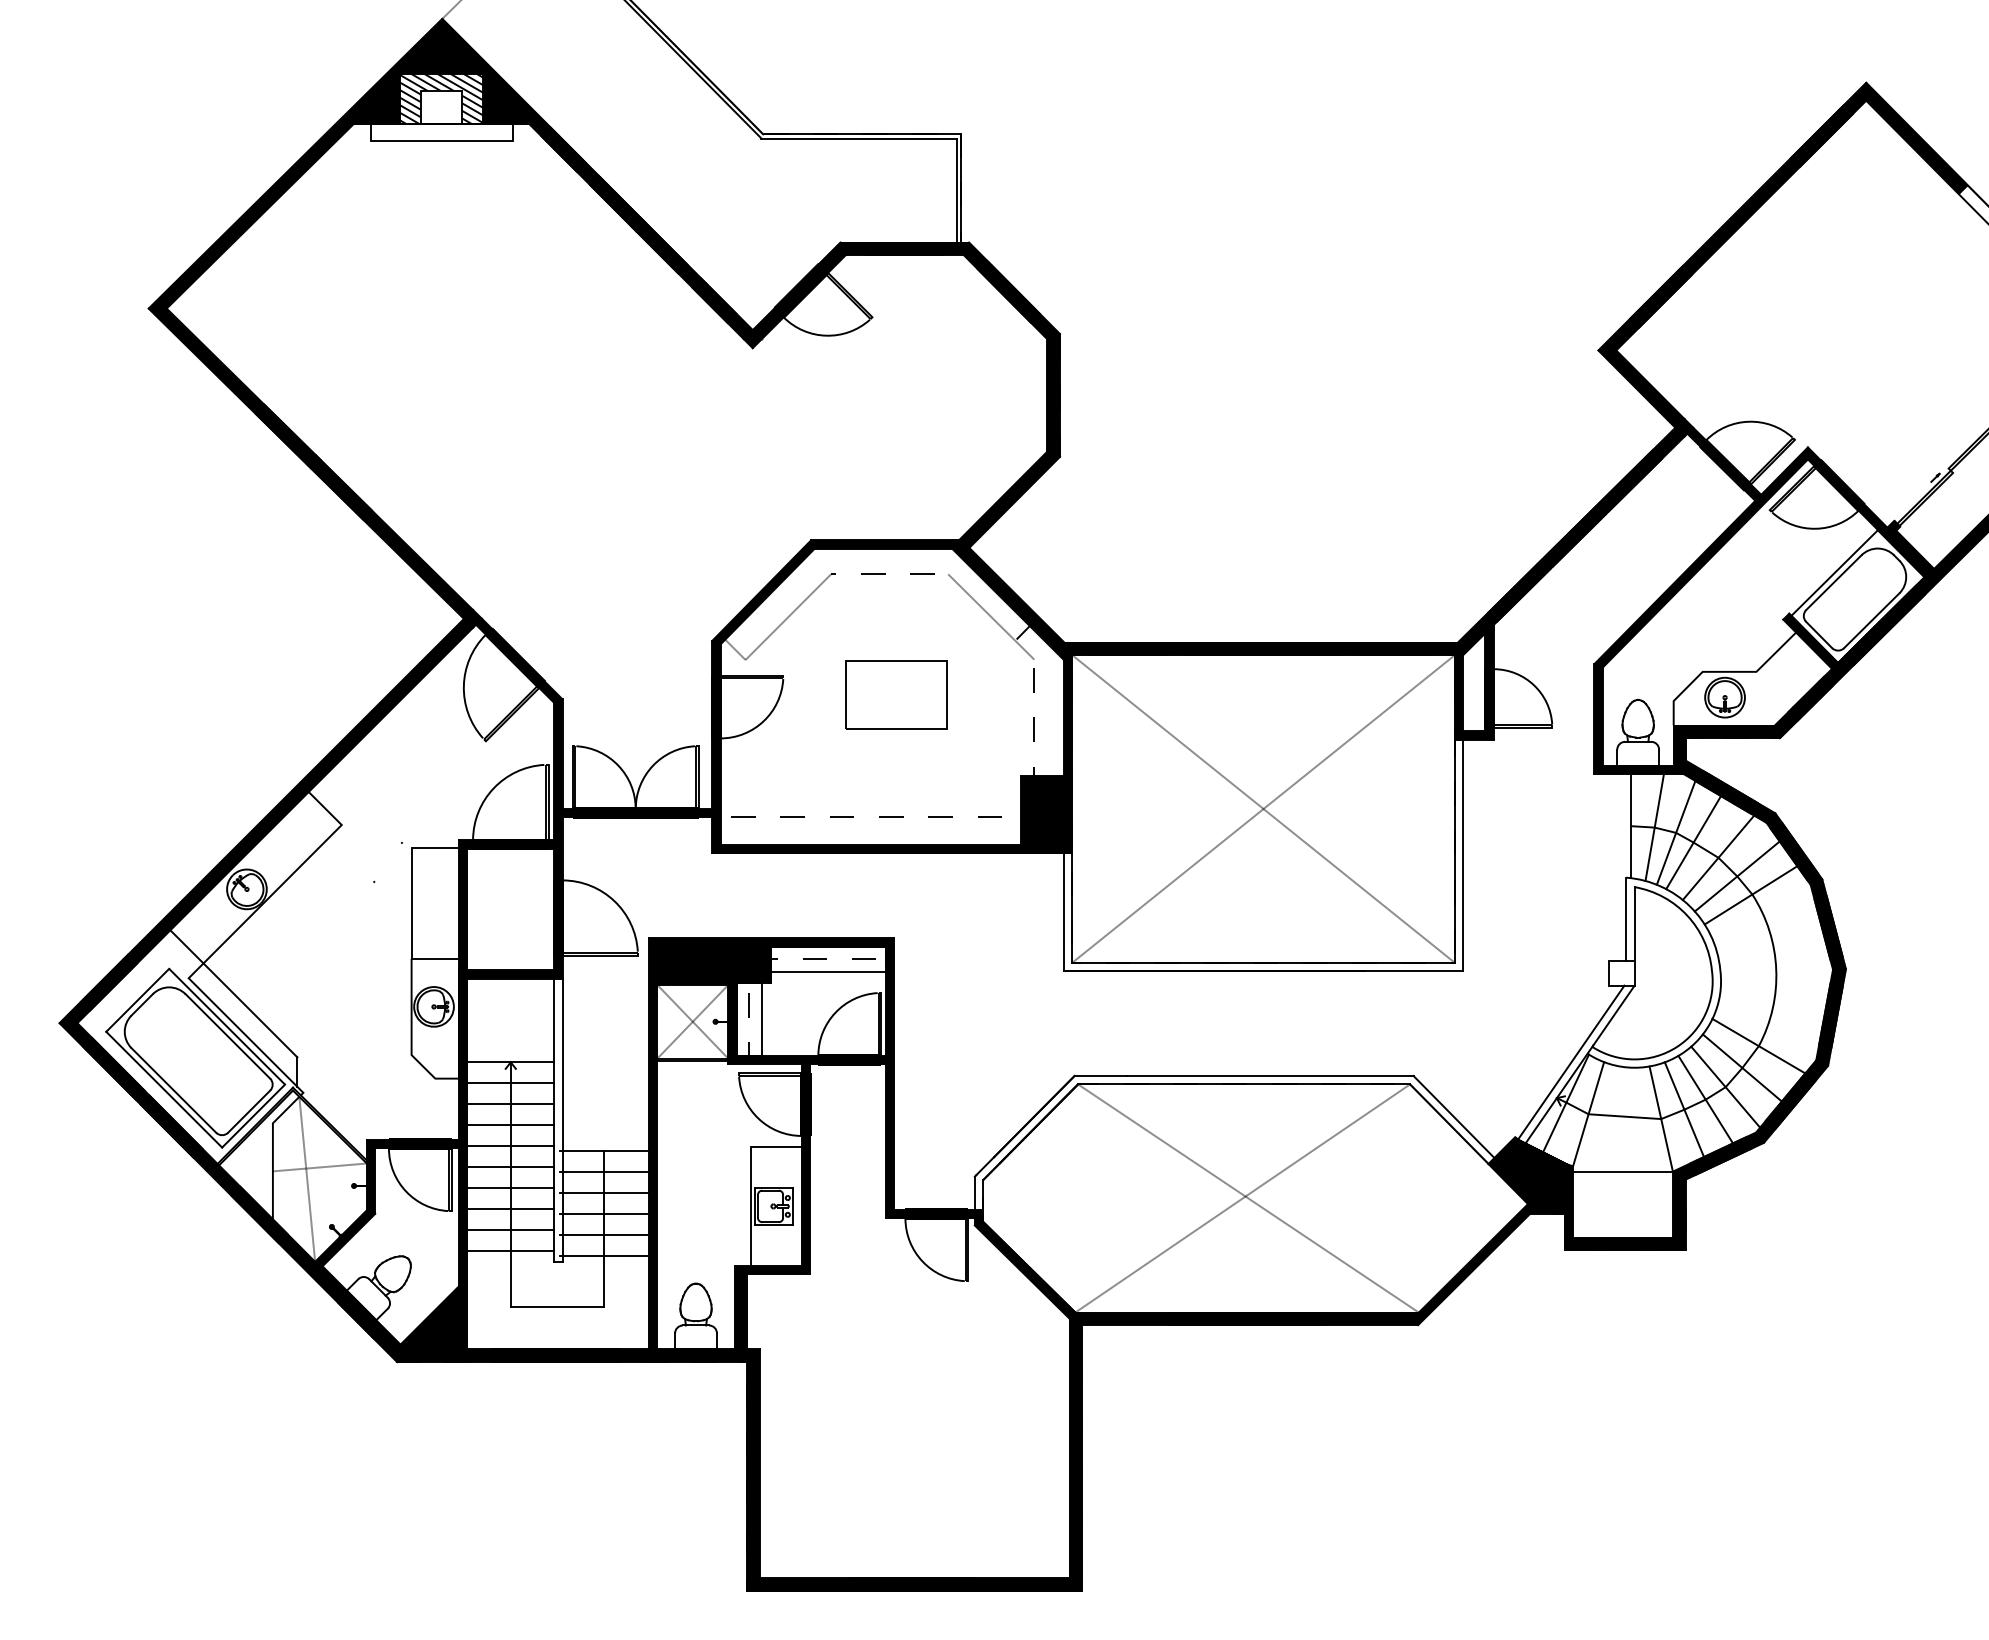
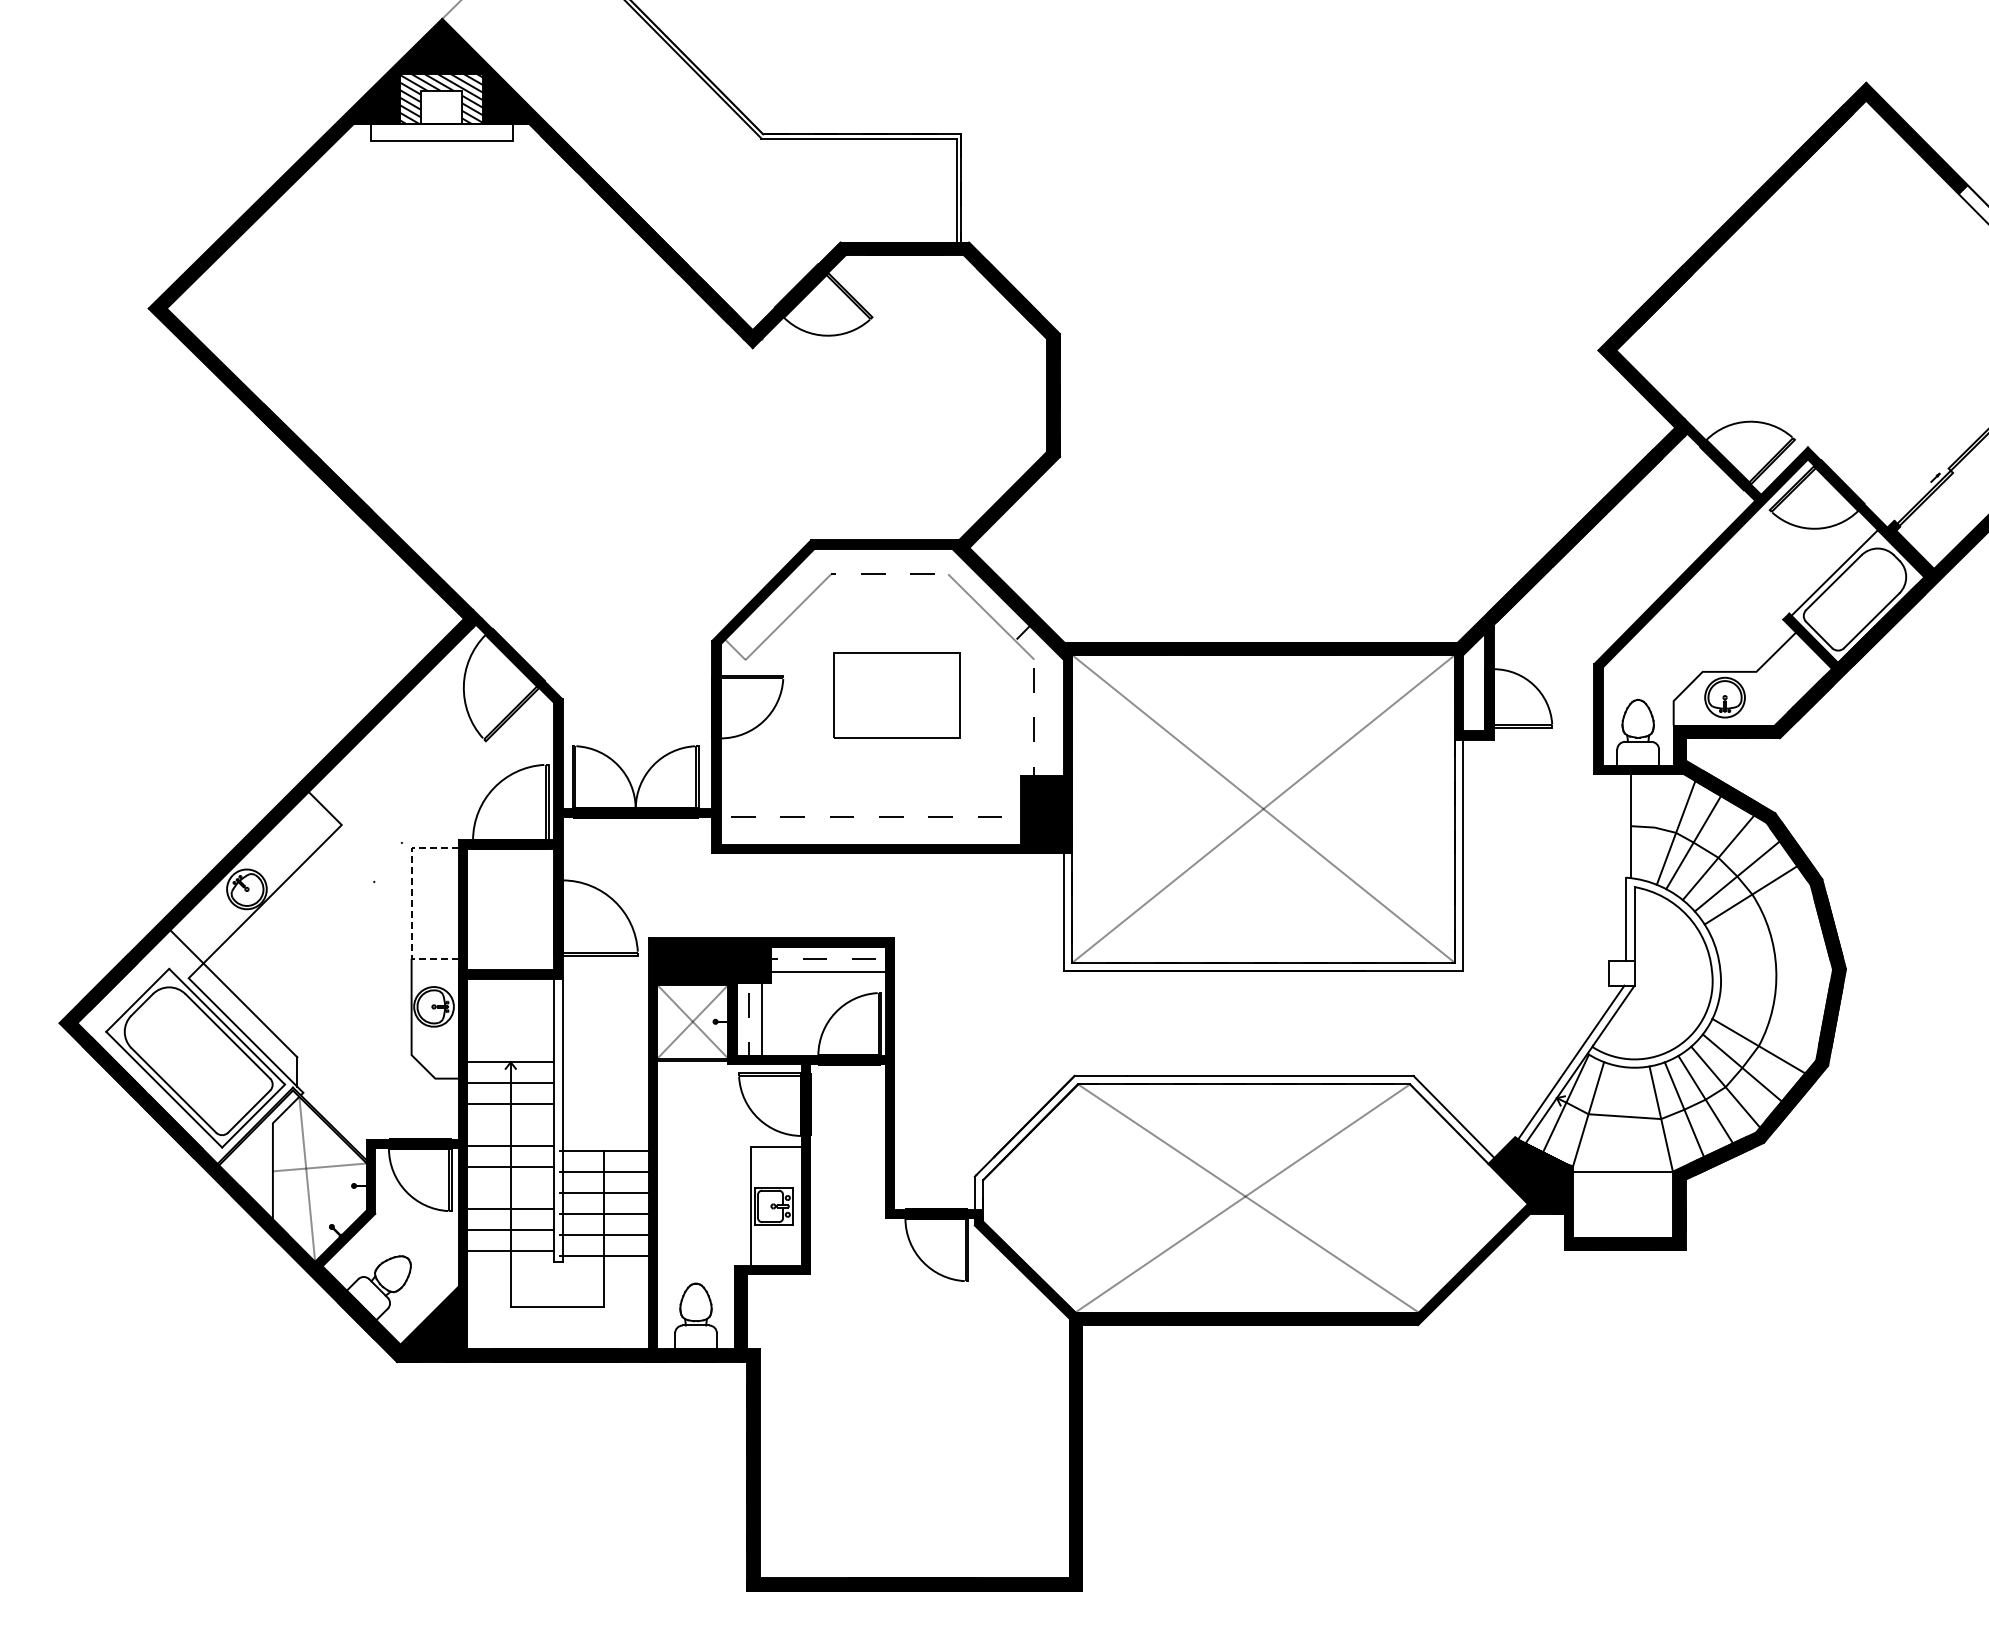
part at (896, 694) size: 103x70 px -> 128x87 px
line at (1654, 827): present -> none
line at (411, 904): solid -> dashed
line at (510, 1125): present -> none
line at (510, 1188): present -> none
